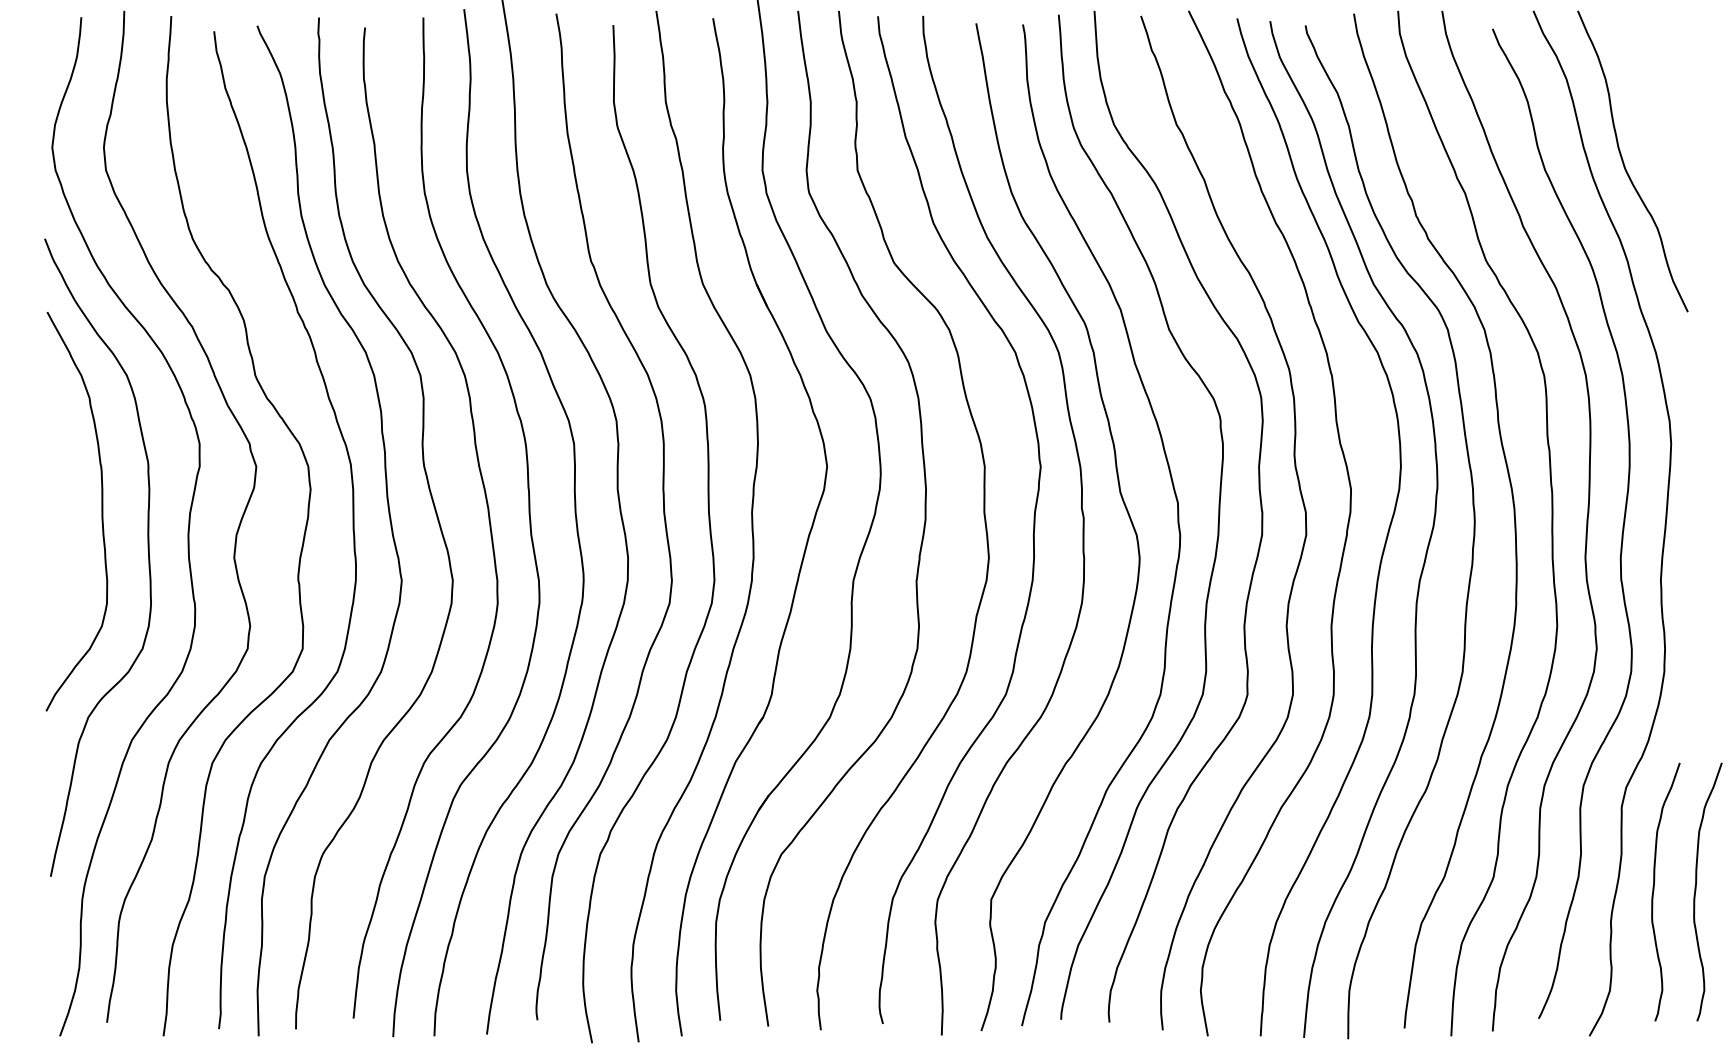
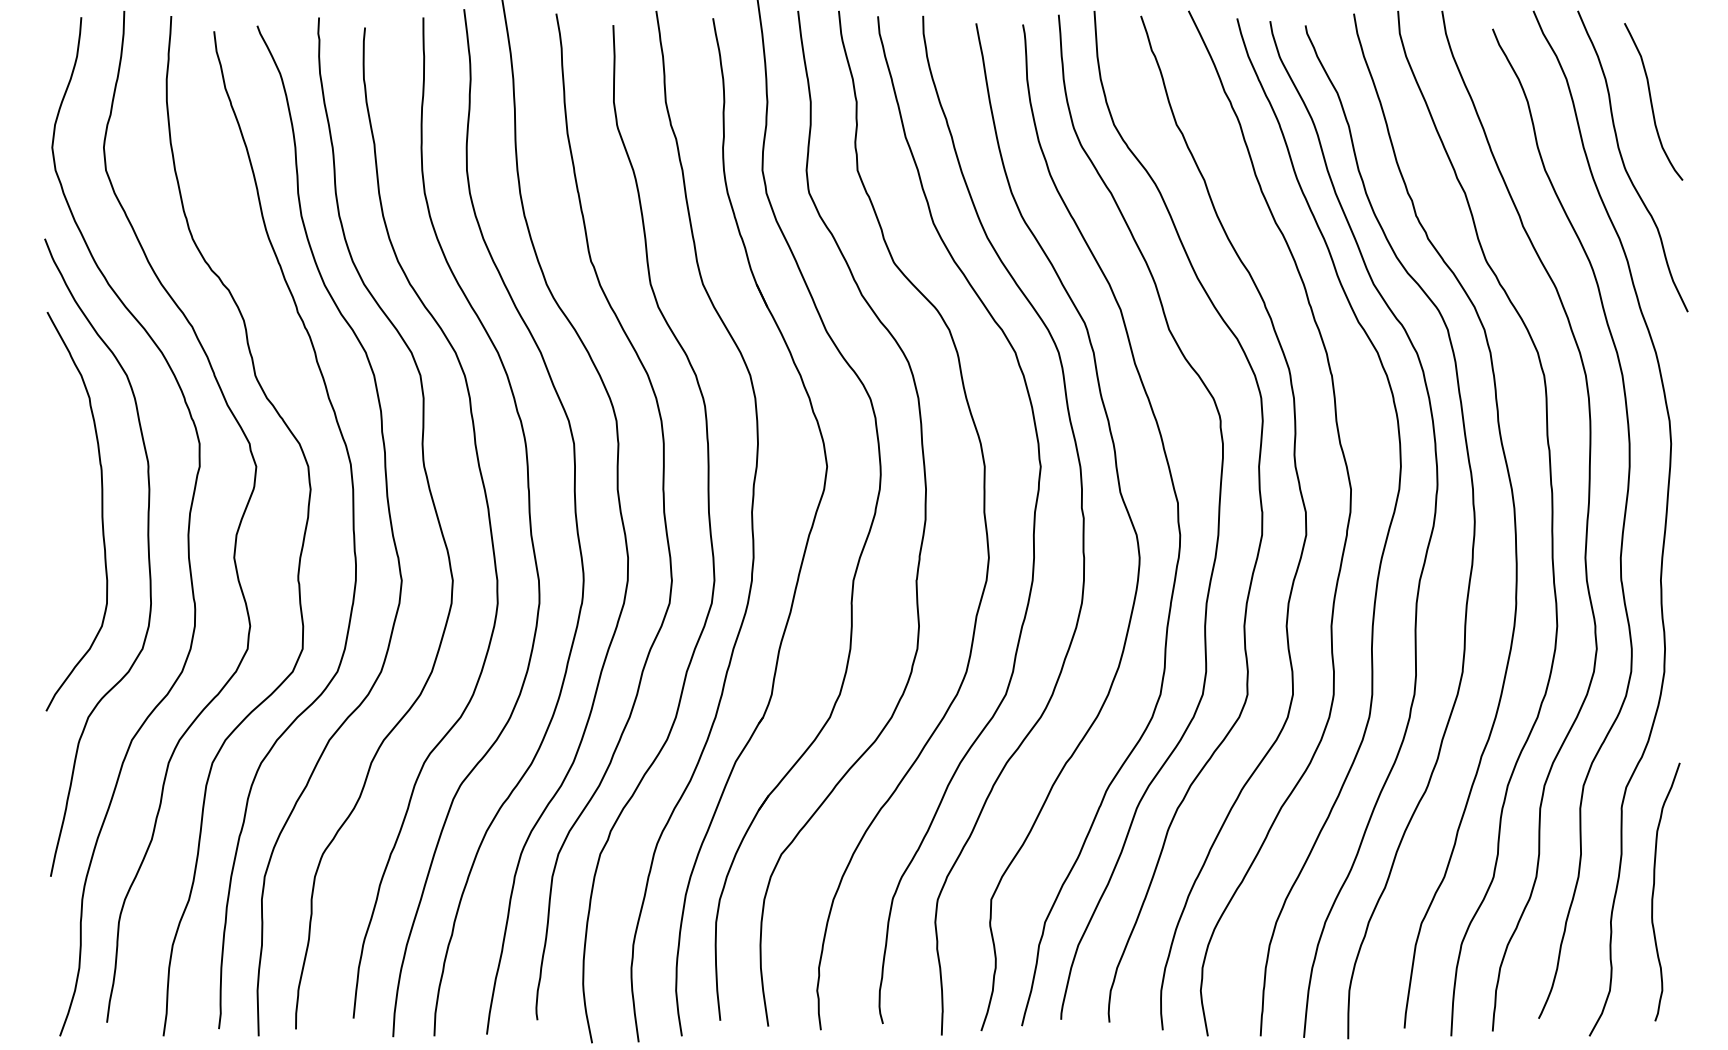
curve at (1652, 101): none -> present
curve at (1696, 891): present -> none
